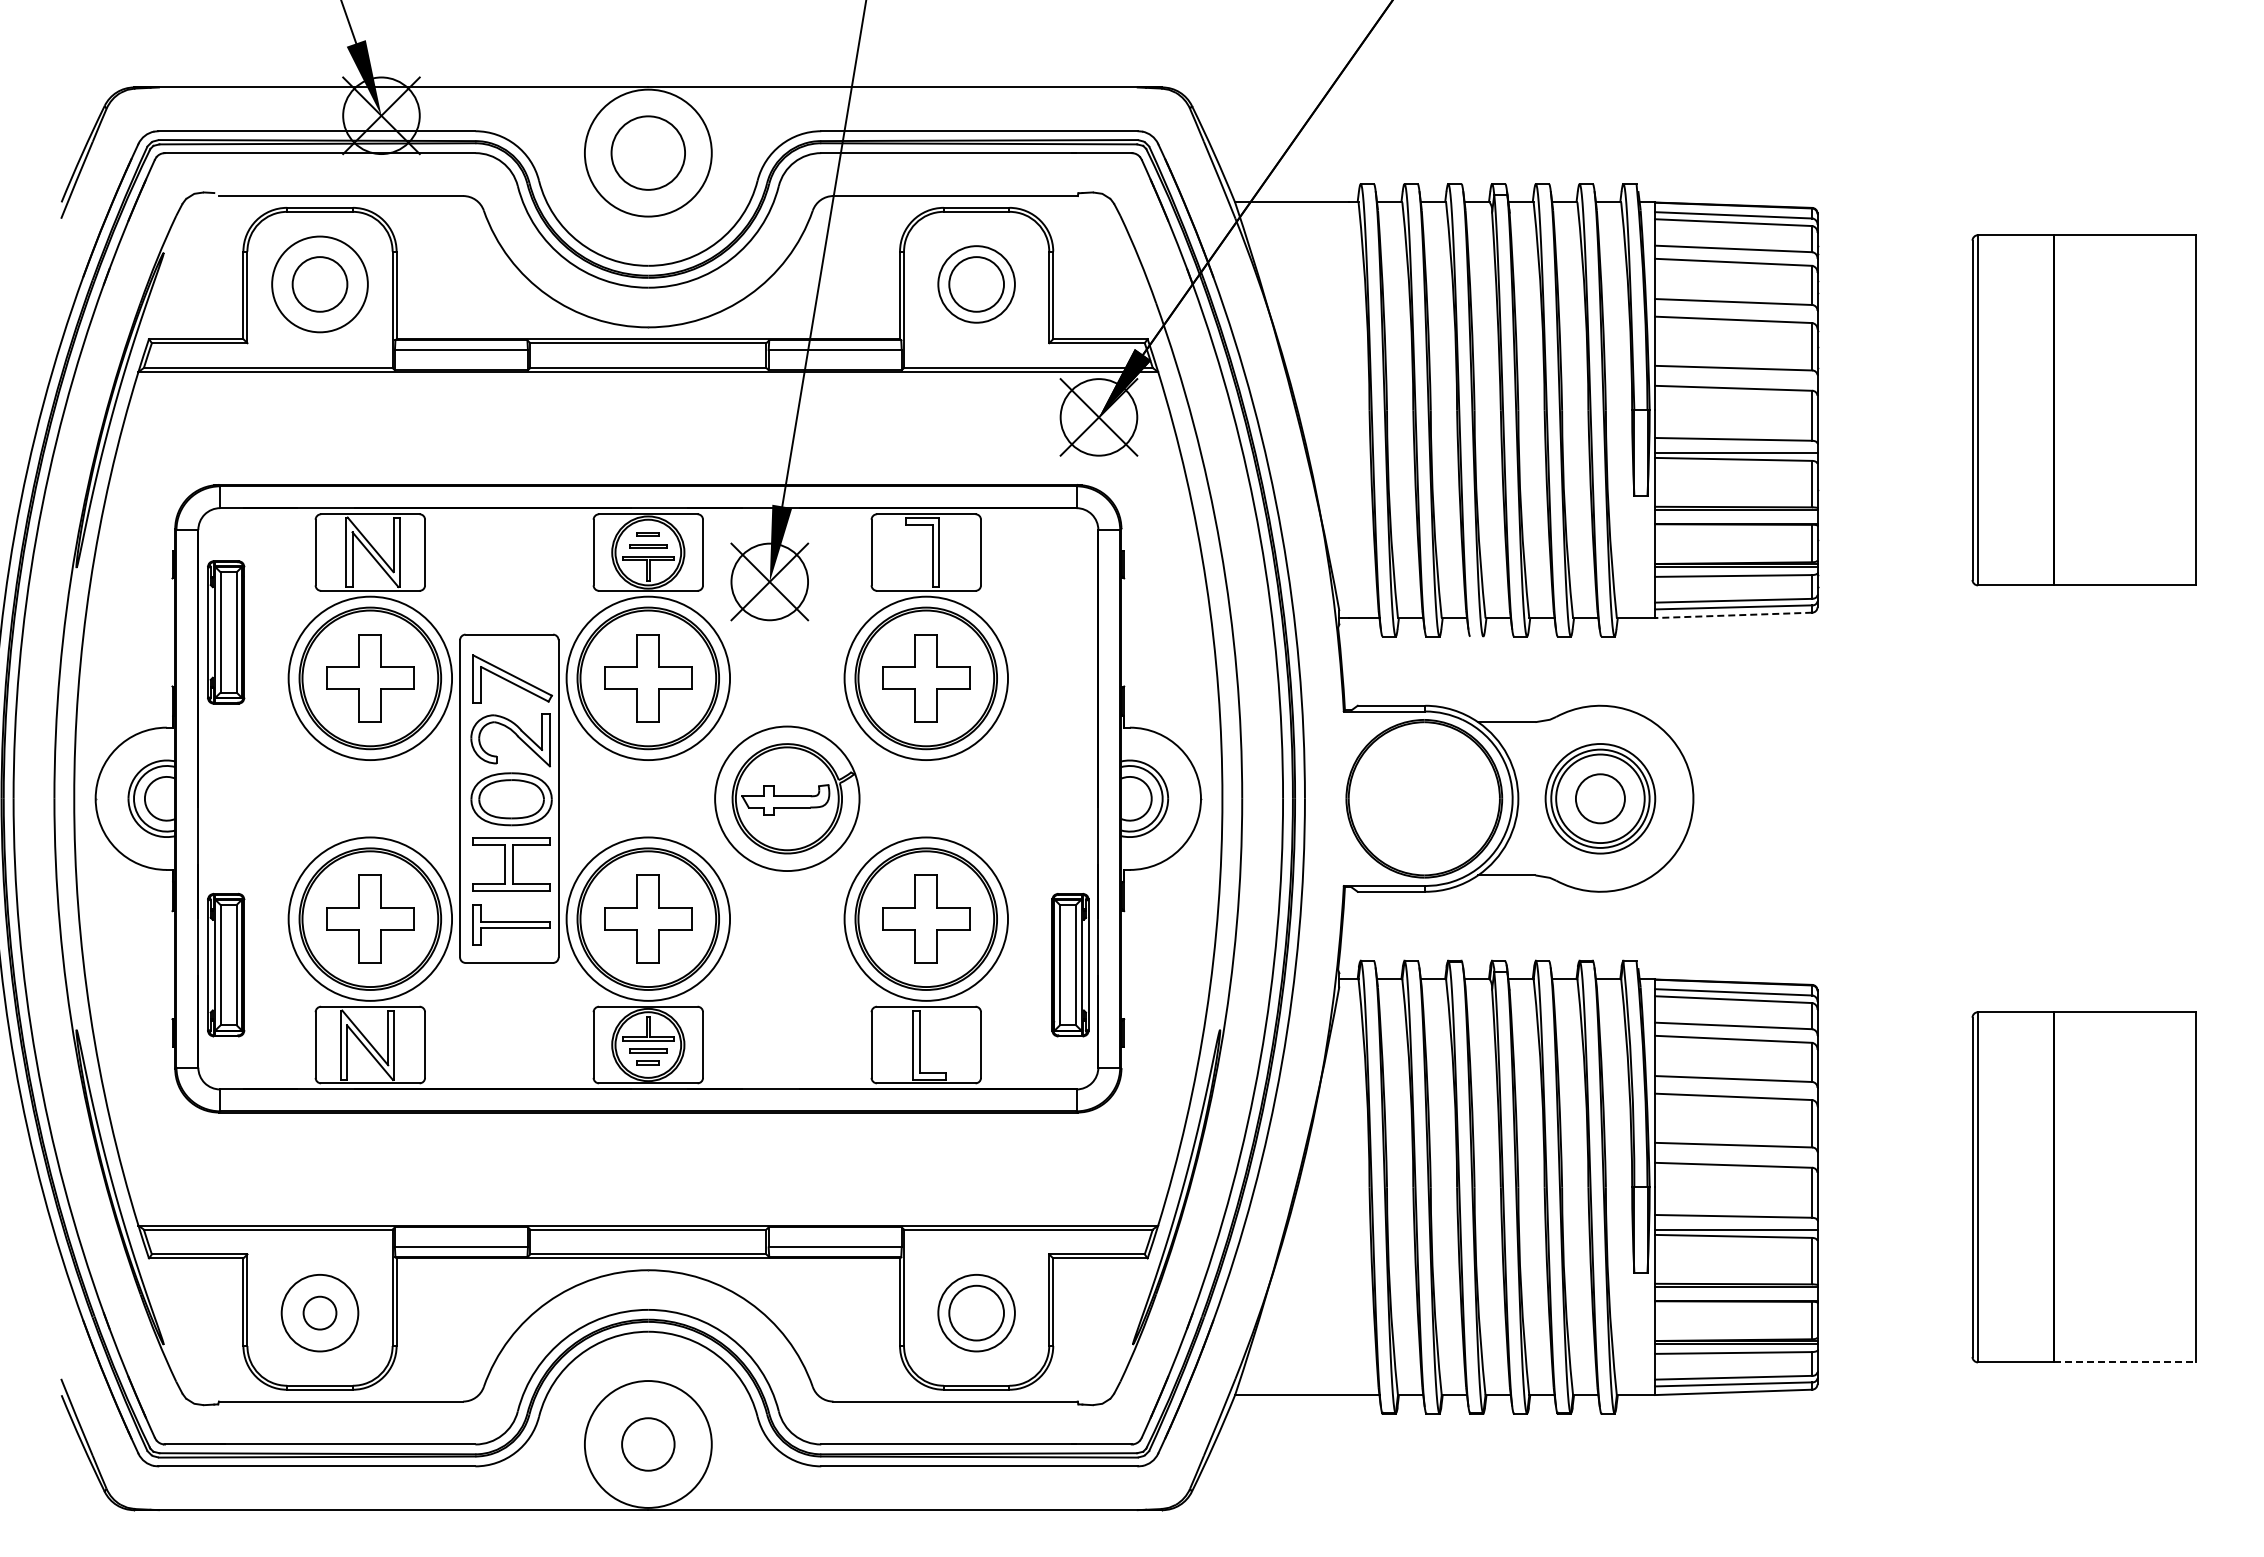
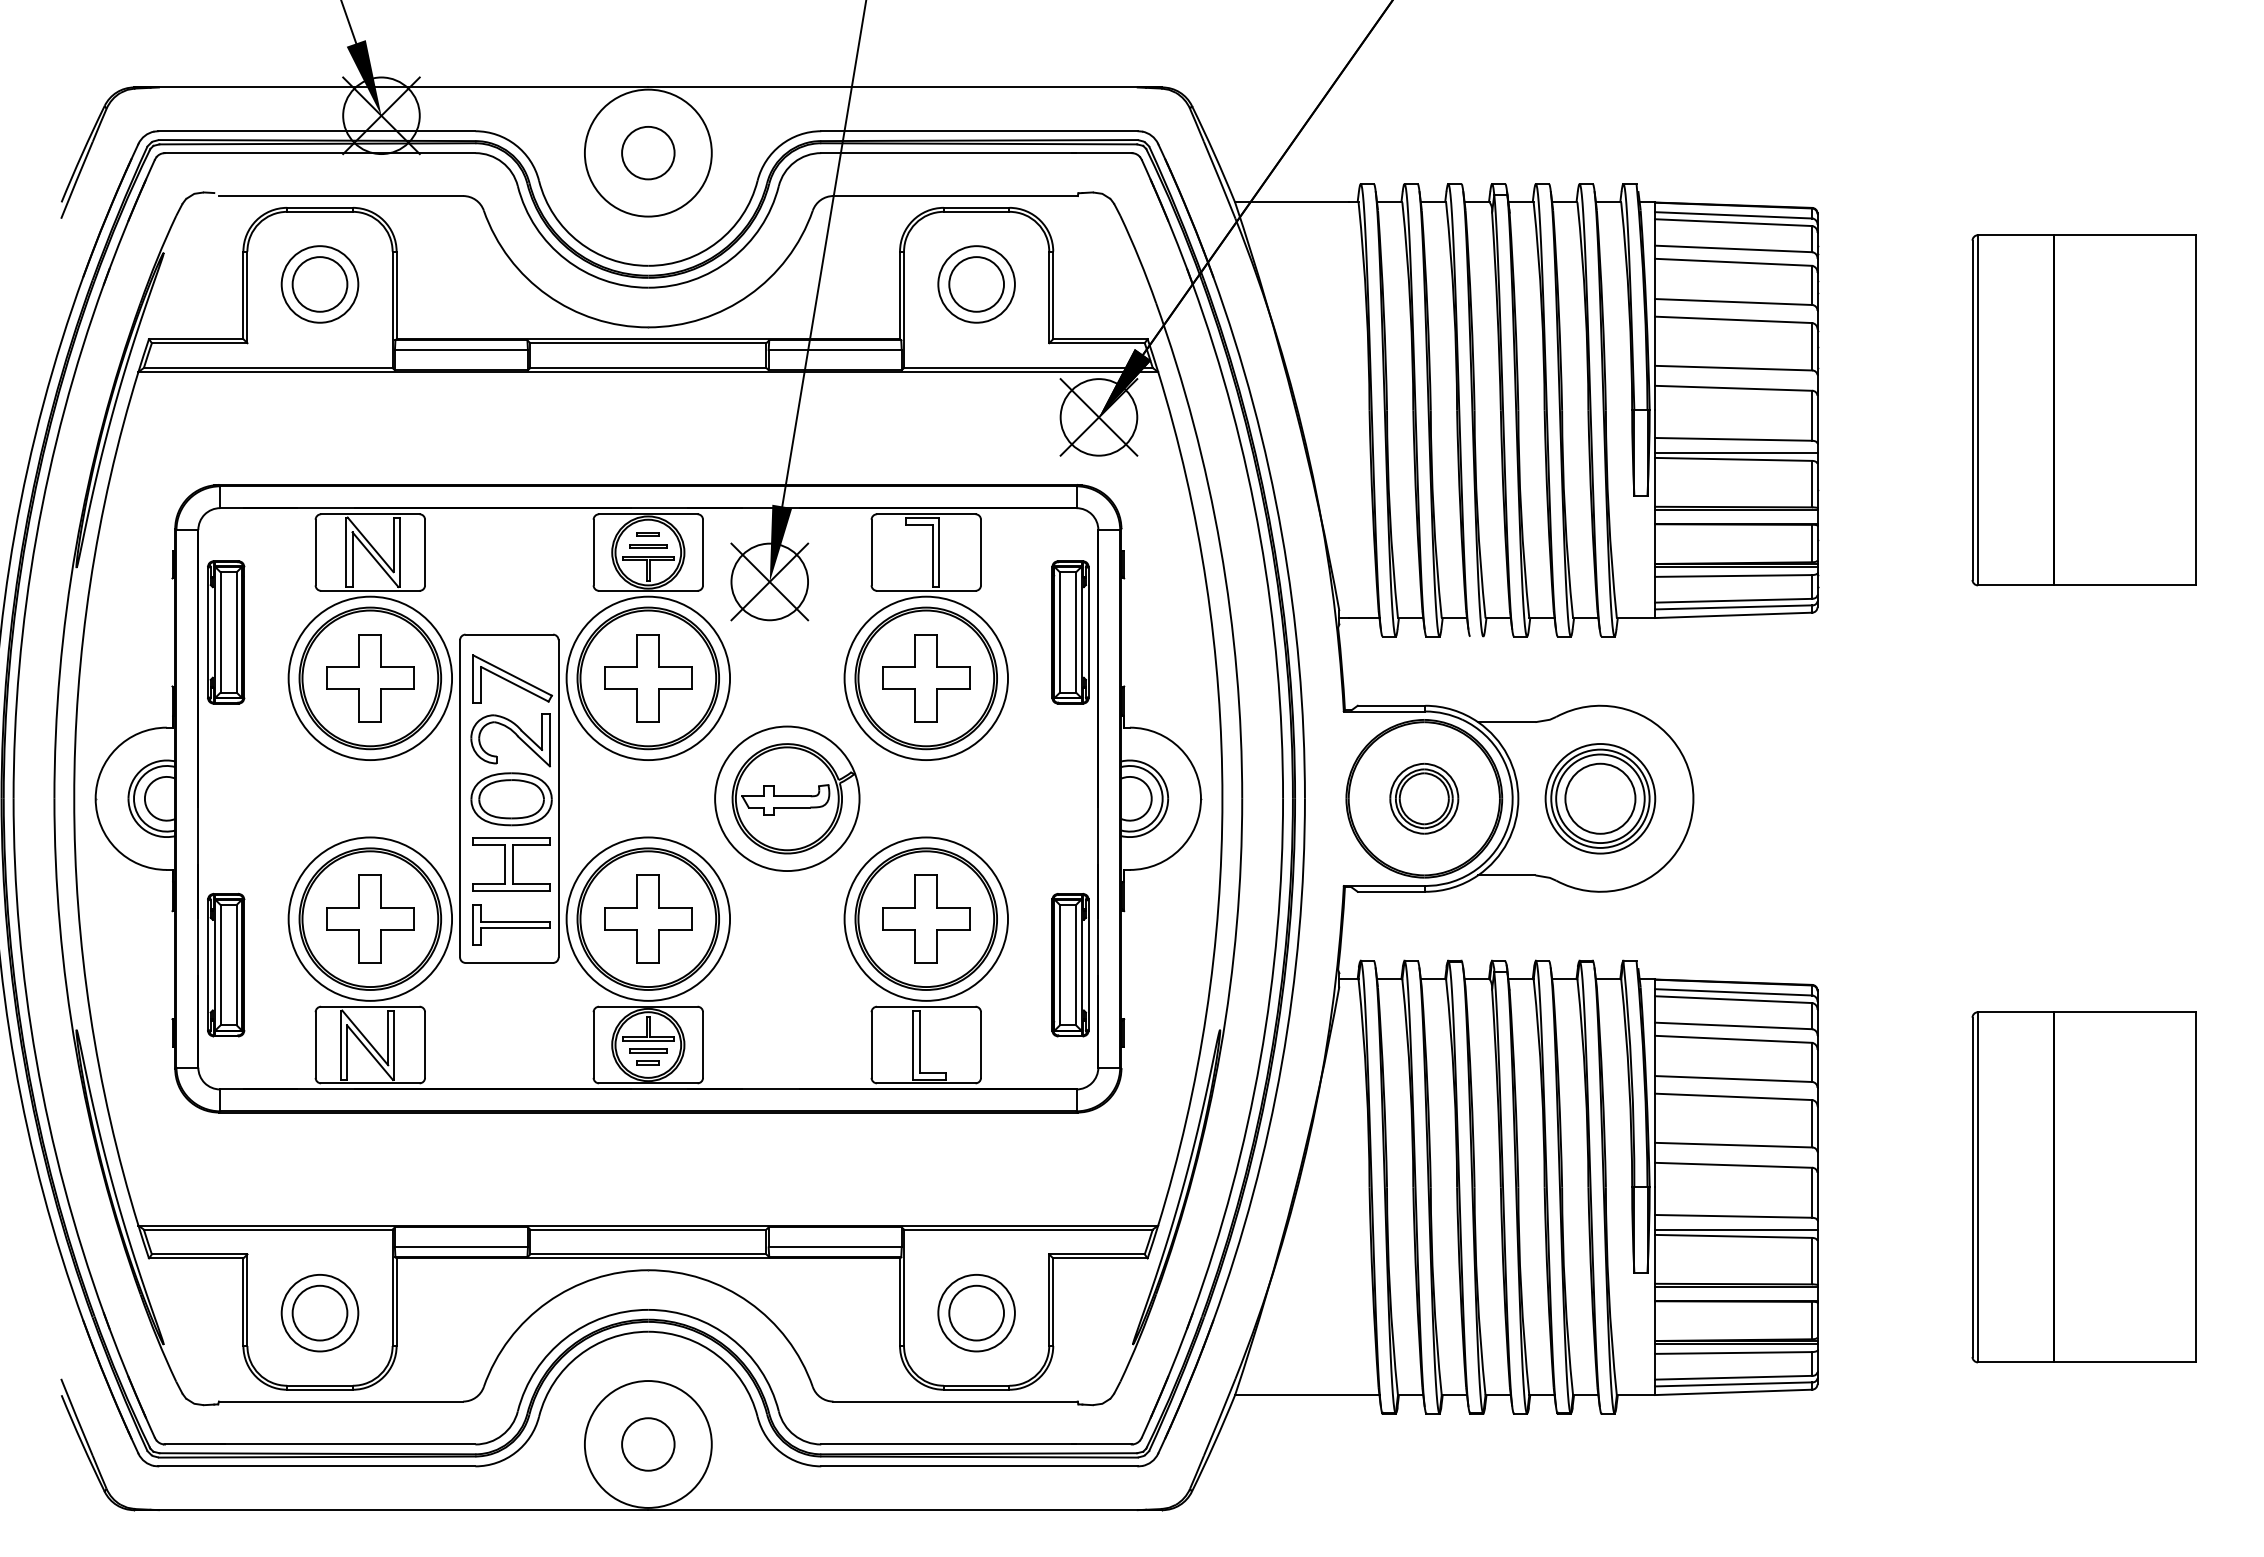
circle at (648, 152) diameter: 74 px -> 53 px
circle at (319, 284) diameter: 96 px -> 77 px
line at (1733, 615): dashed -> solid
part at (1070, 632): none -> present
part at (1424, 798): none -> present
circle at (1599, 798) diameter: 49 px -> 70 px
circle at (319, 1312) diameter: 33 px -> 55 px
line at (2125, 1362): dashed -> solid
